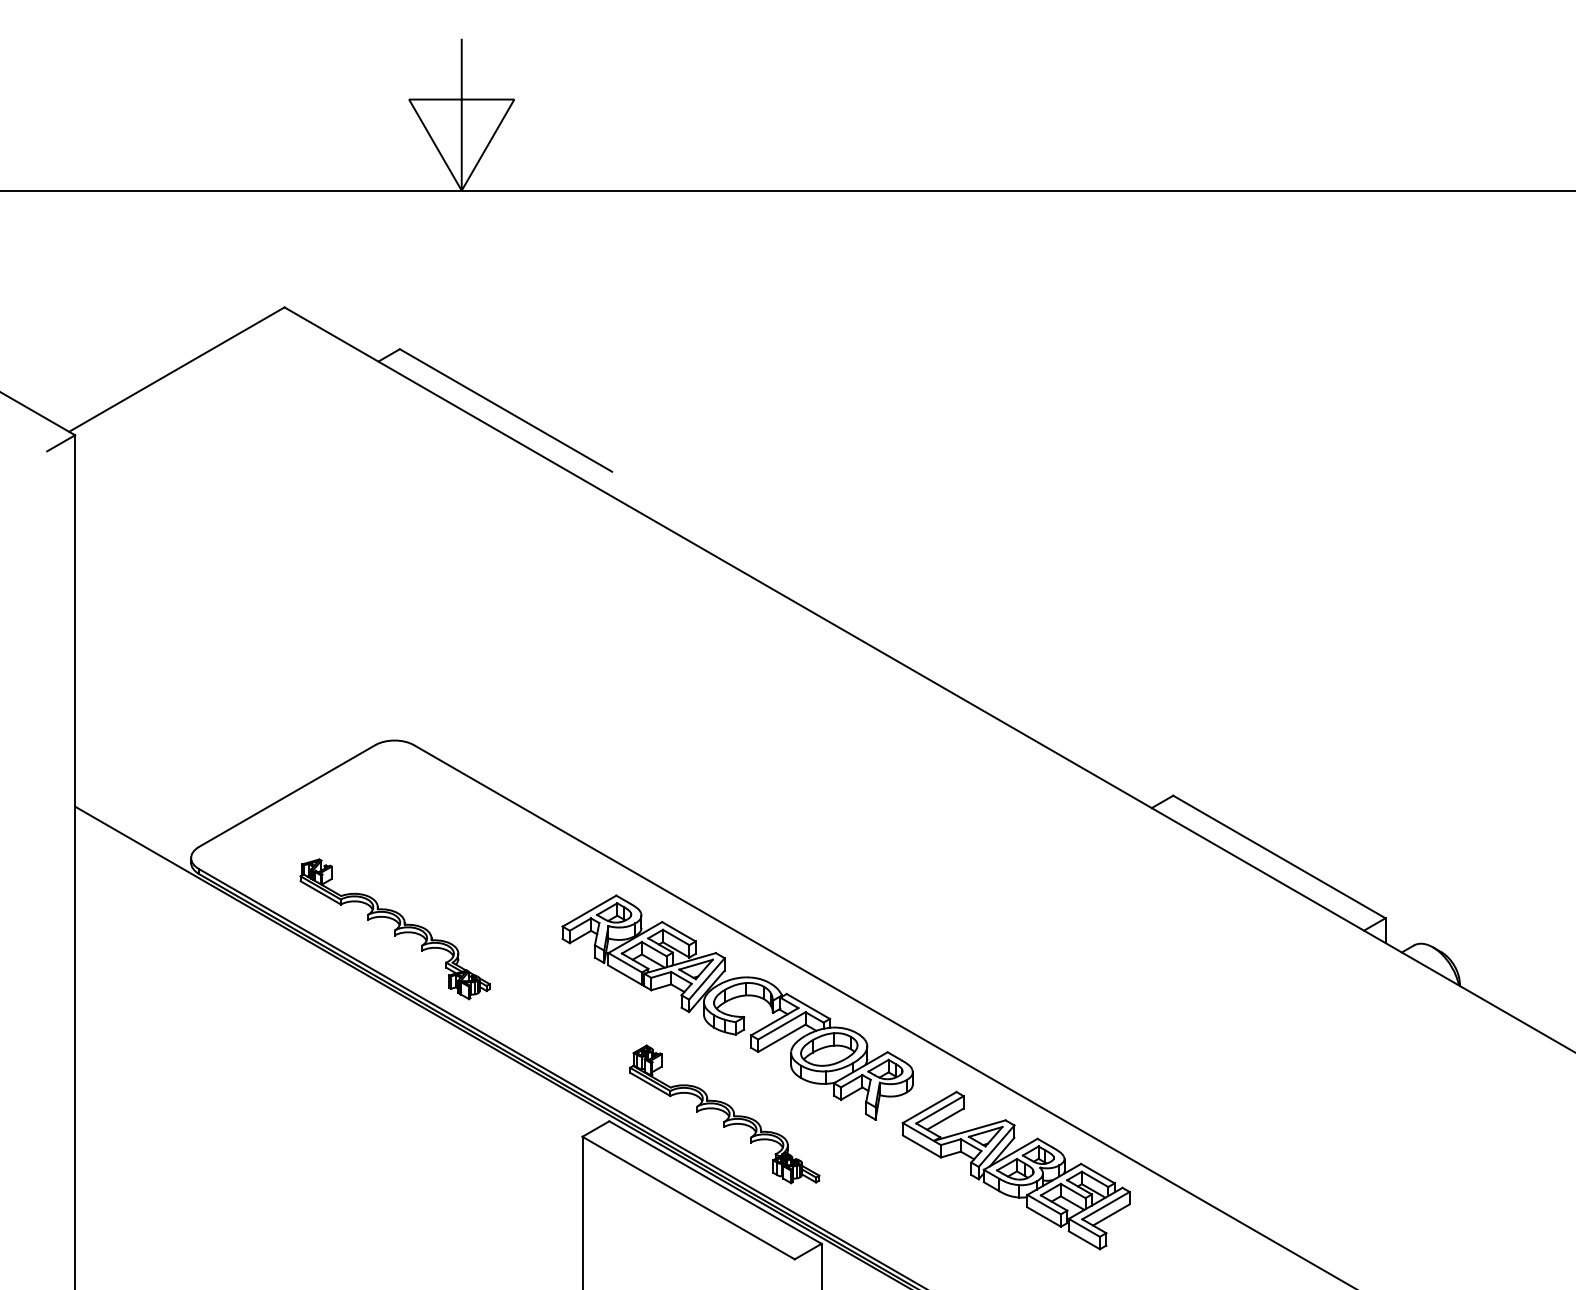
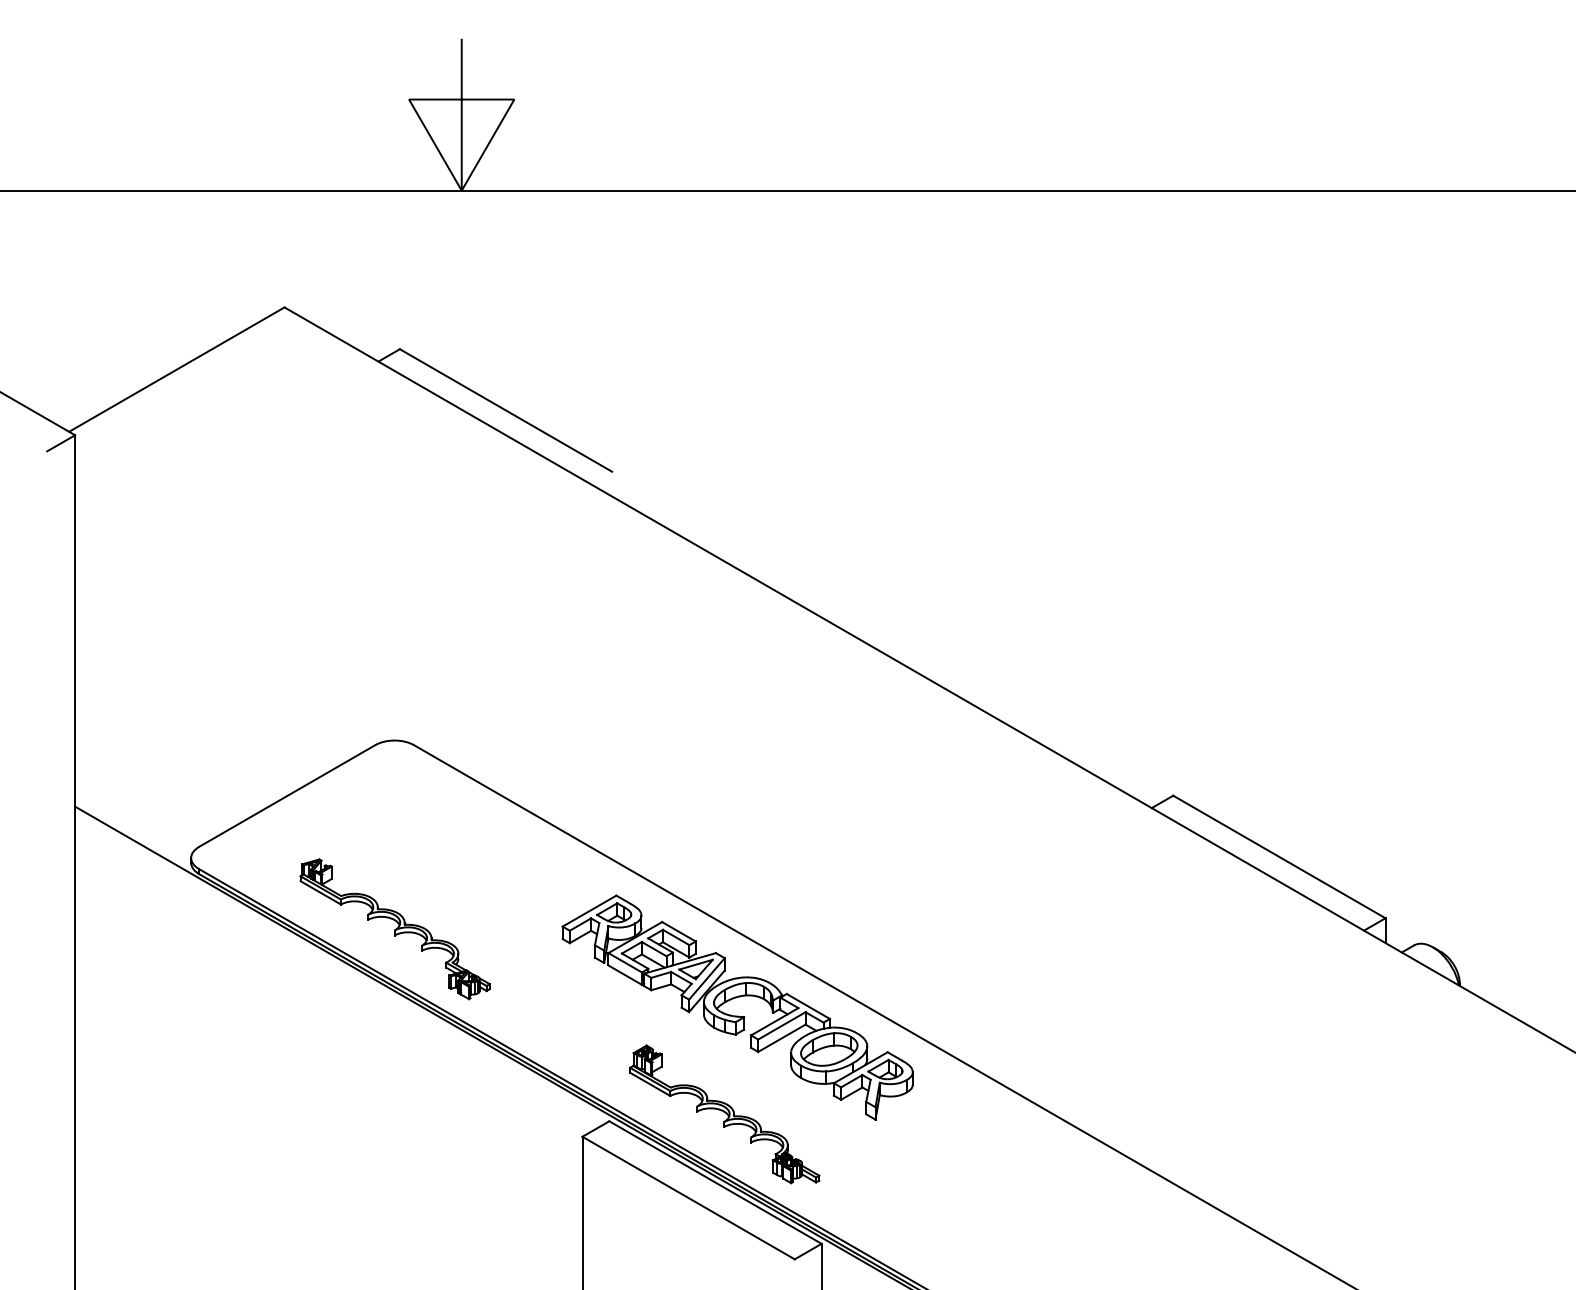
part at (1015, 1170): present -> none
